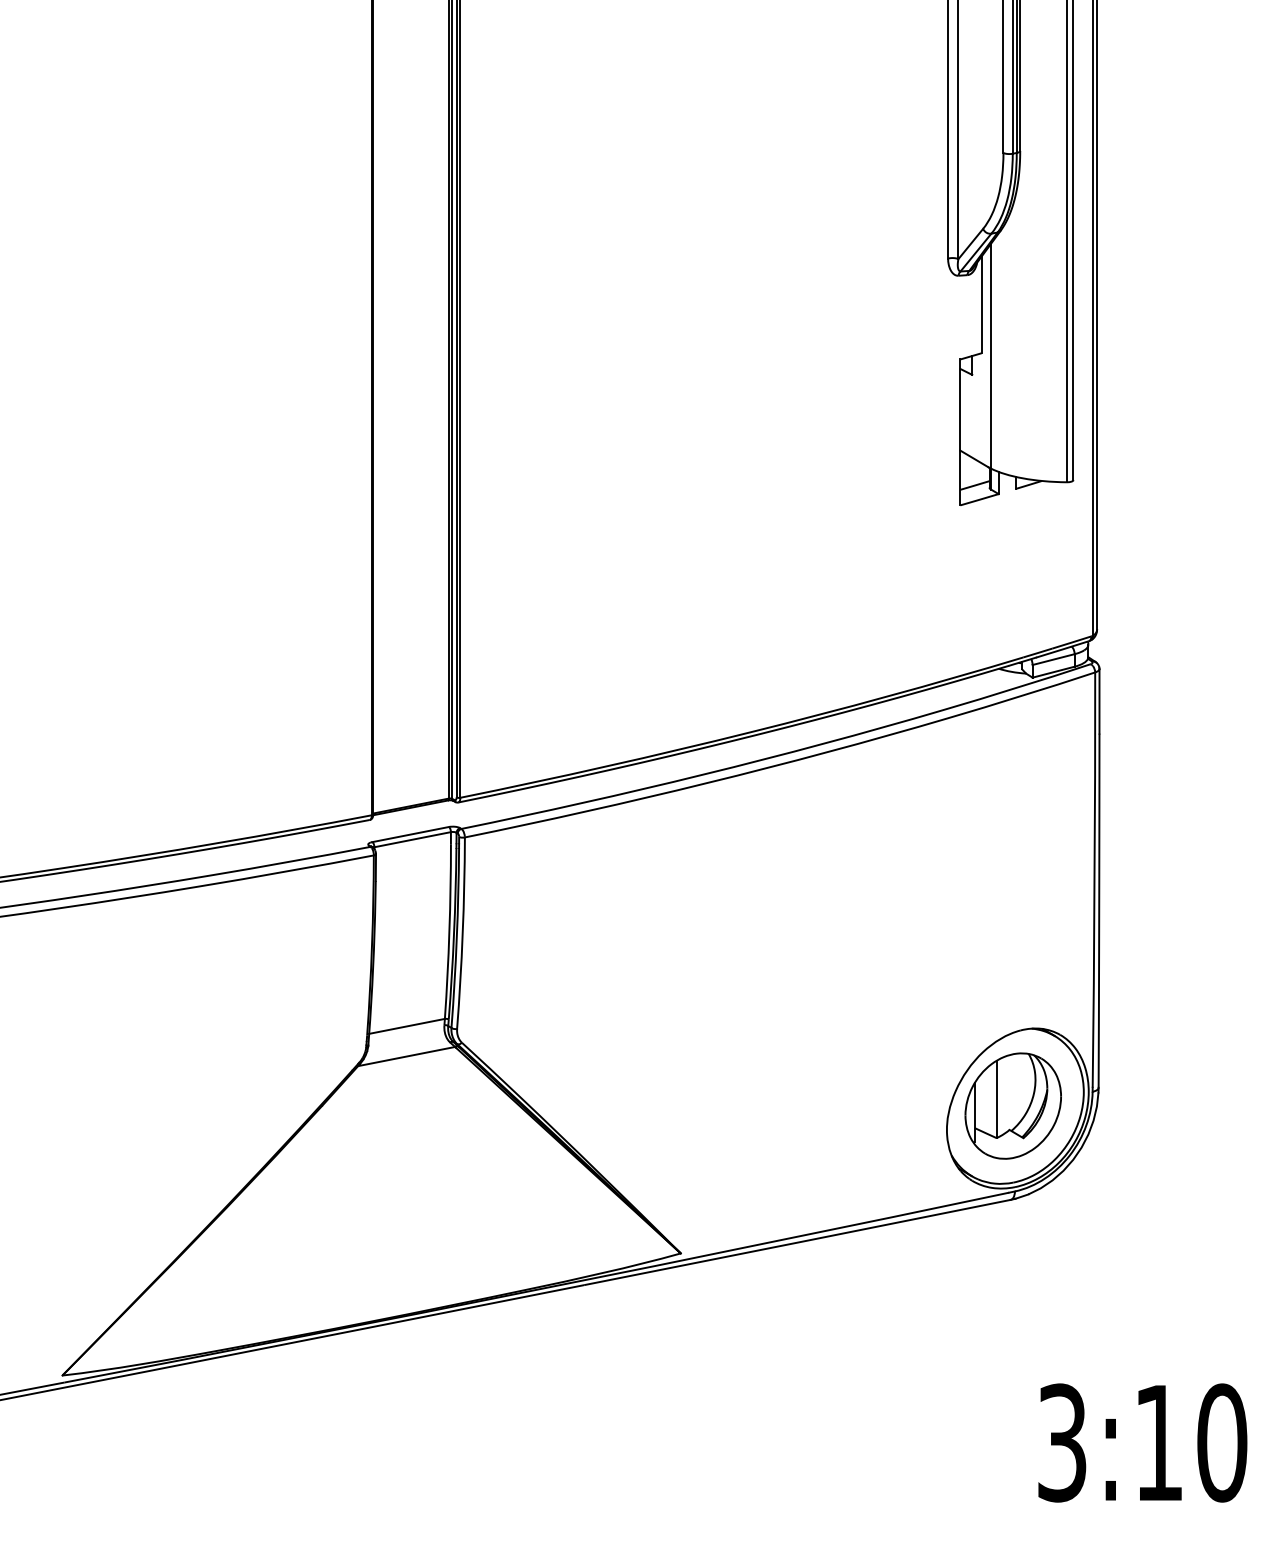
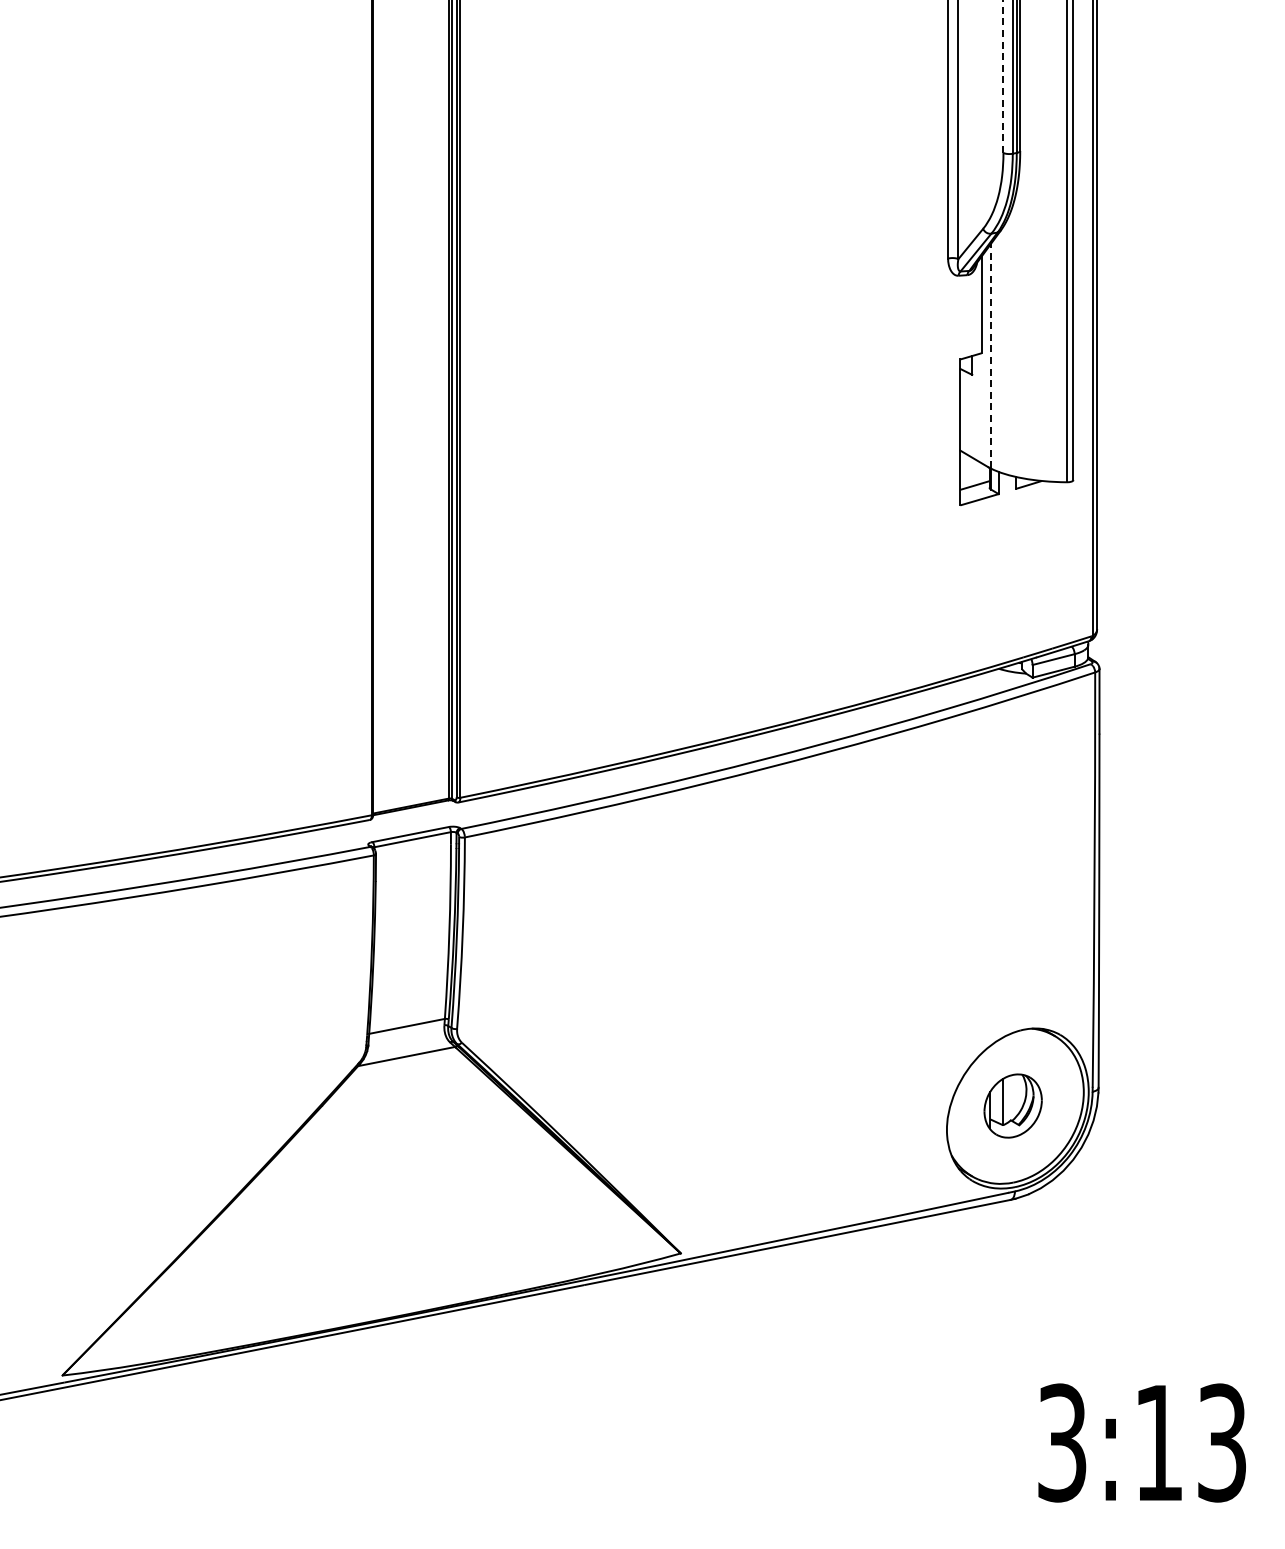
line at (1003, 76): solid -> dashed
line at (990, 355): solid -> dashed
part at (1012, 1105) size: 98x108 px -> 60x66 px
text at (1222, 1442): 3:10 -> 3:13
